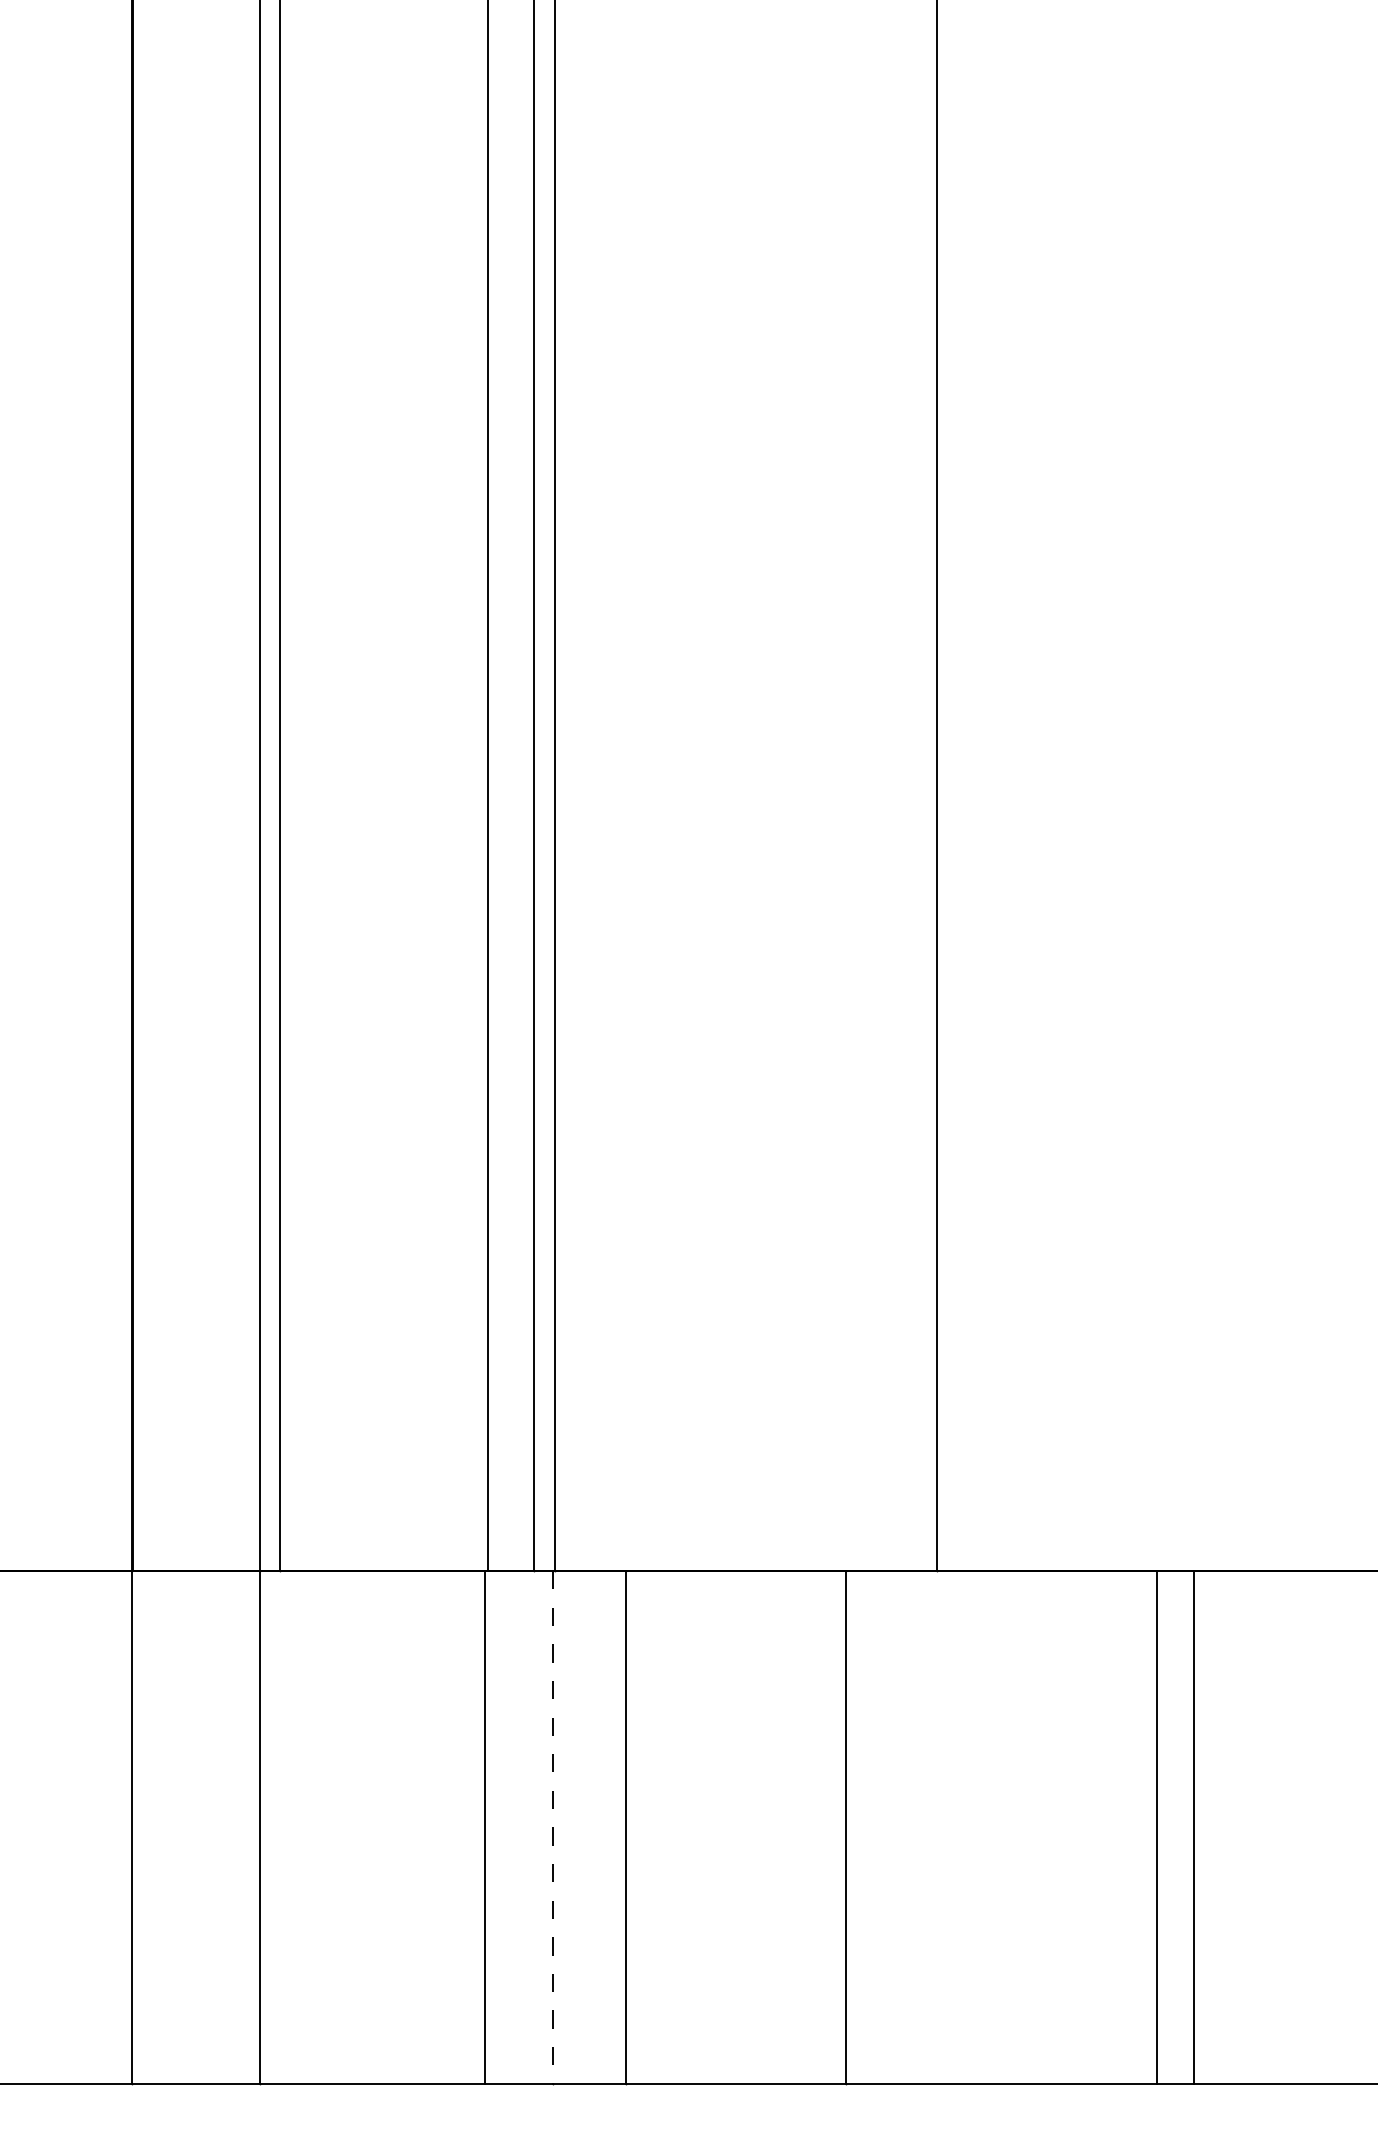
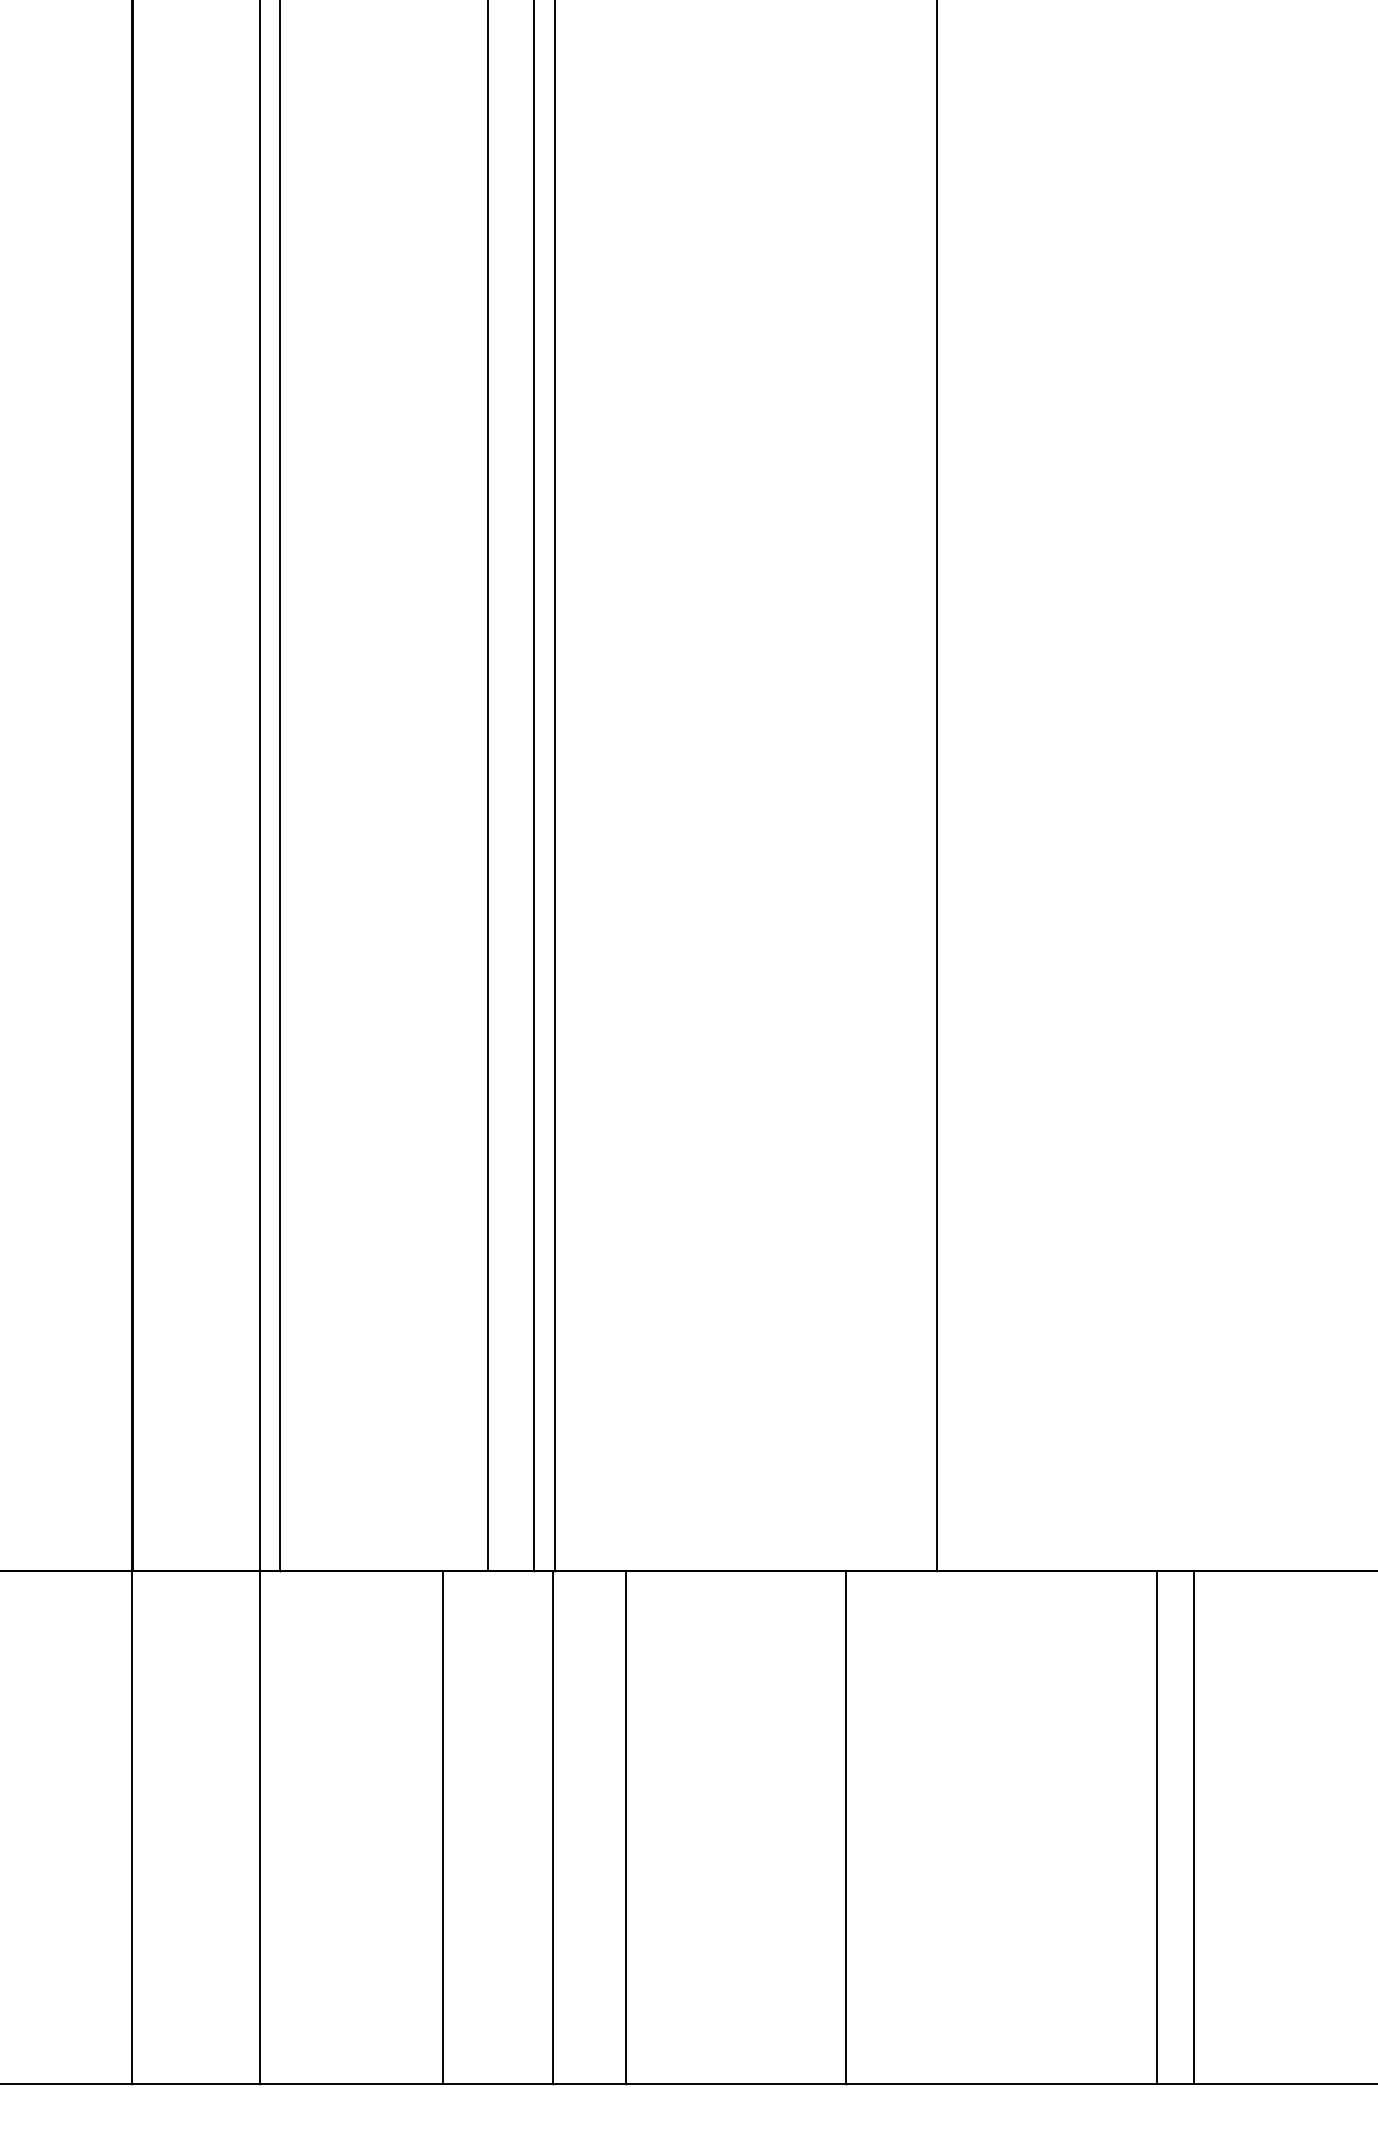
line at (484, 1827) position: (484, 1827) -> (442, 1827)
line at (552, 1827): dashed -> solid
